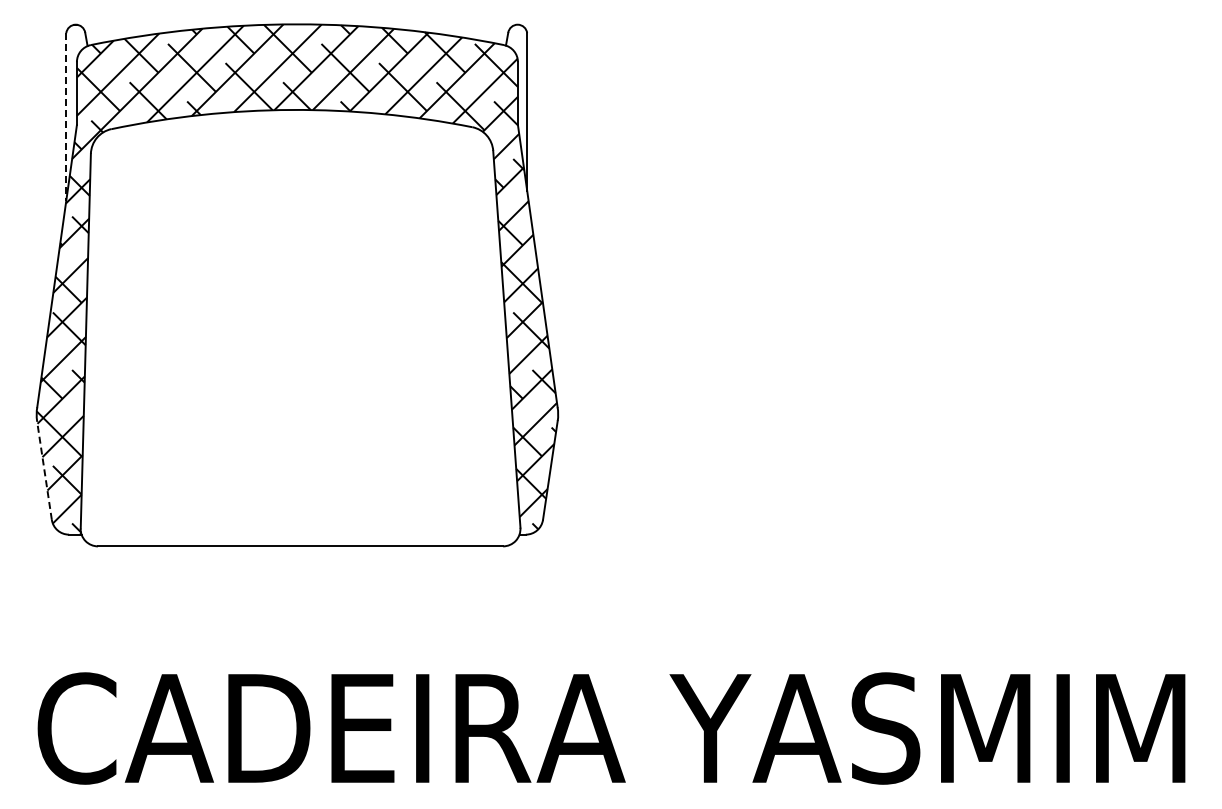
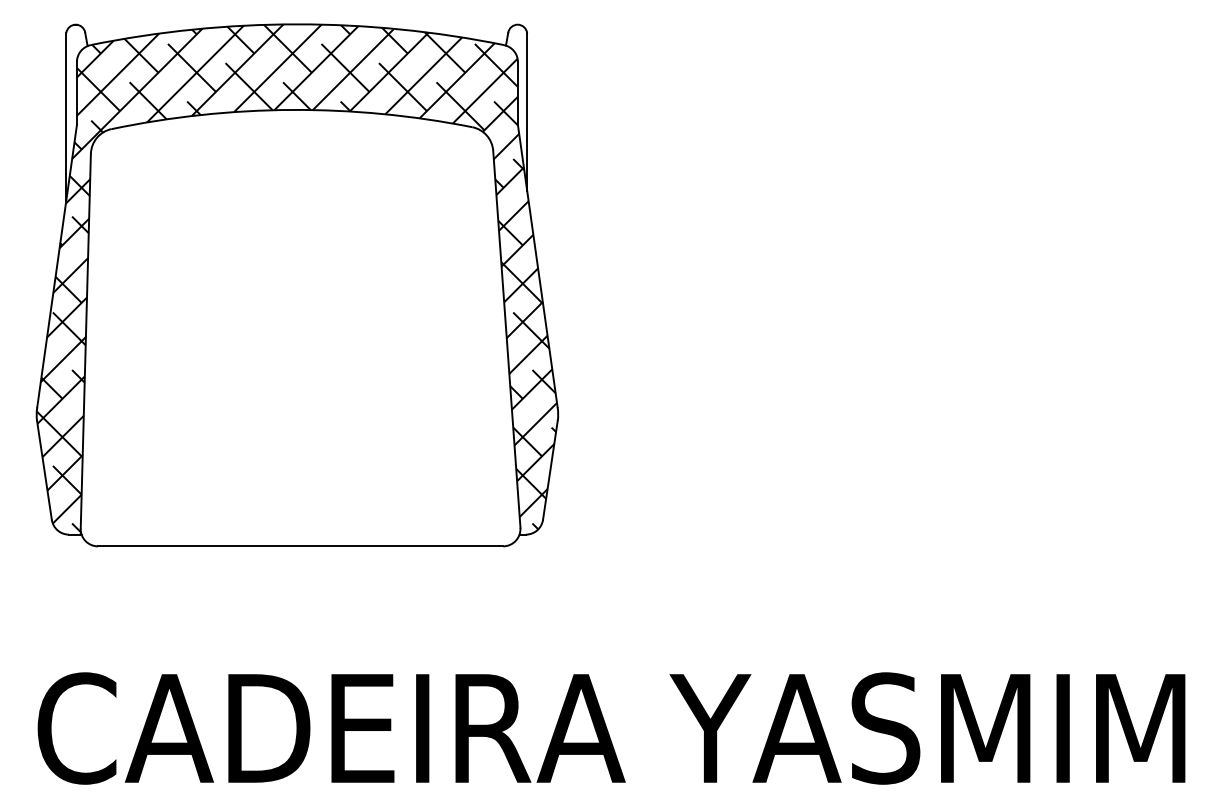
line at (66, 116): dashed -> solid
line at (44, 470): dashed -> solid
